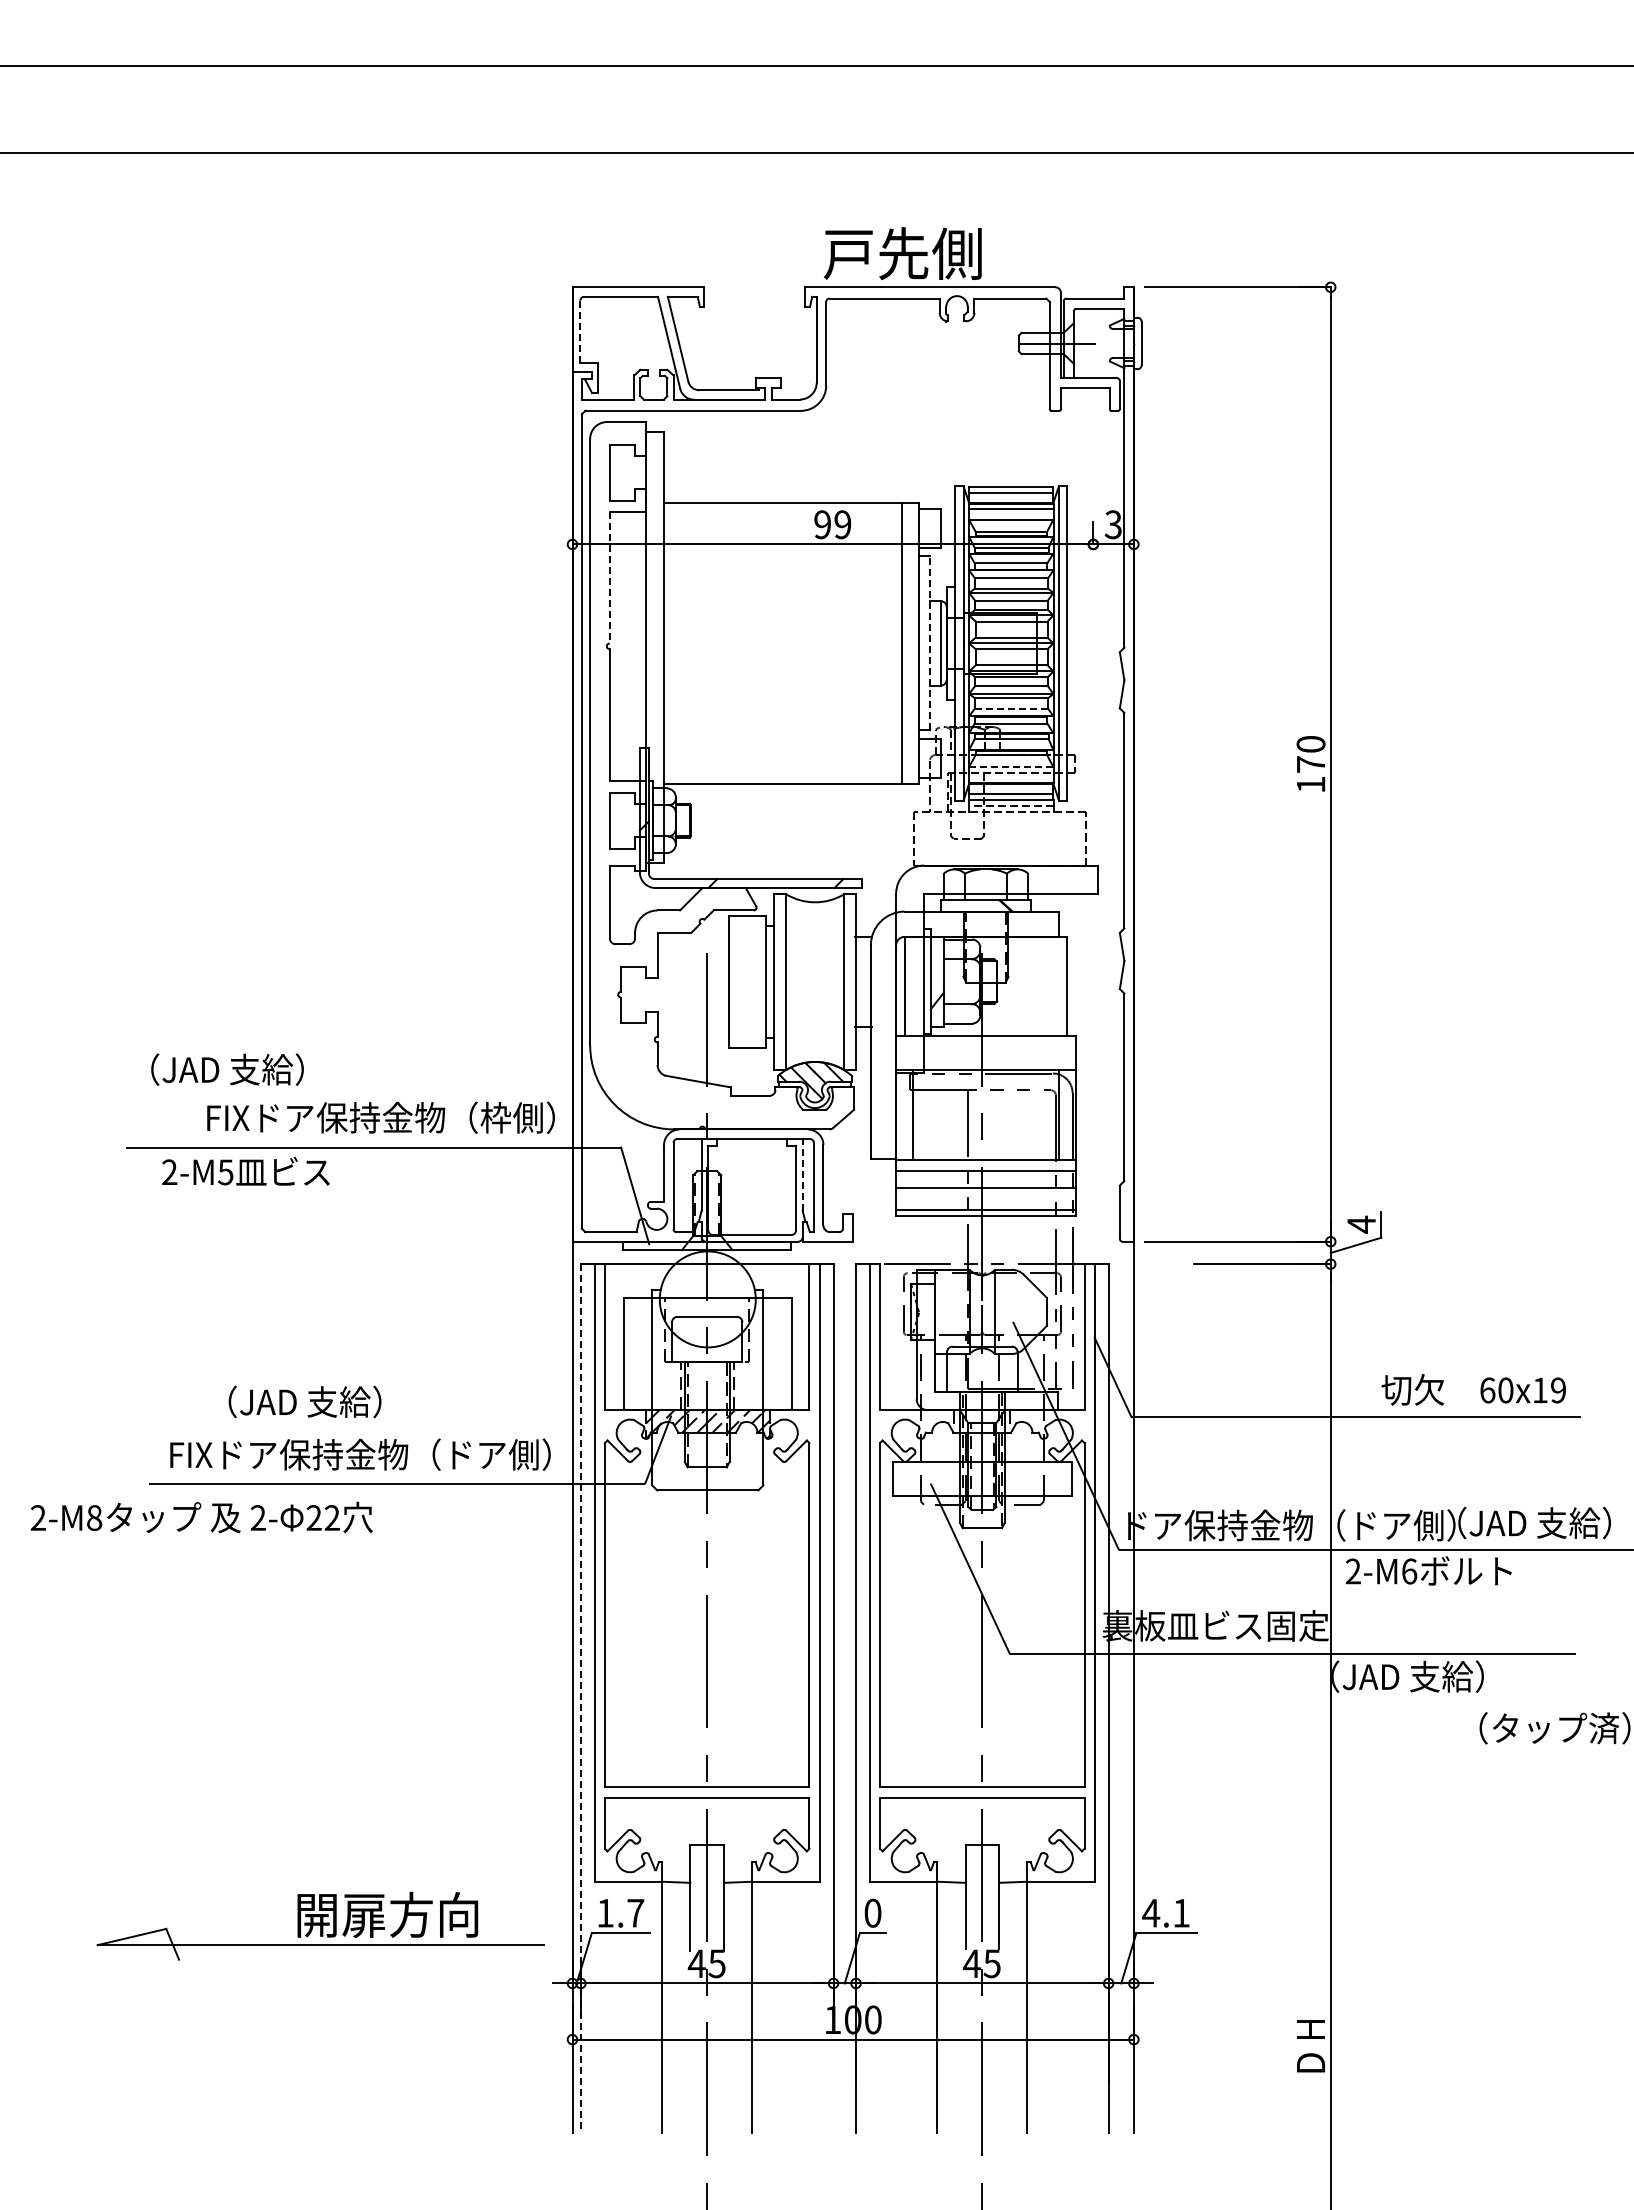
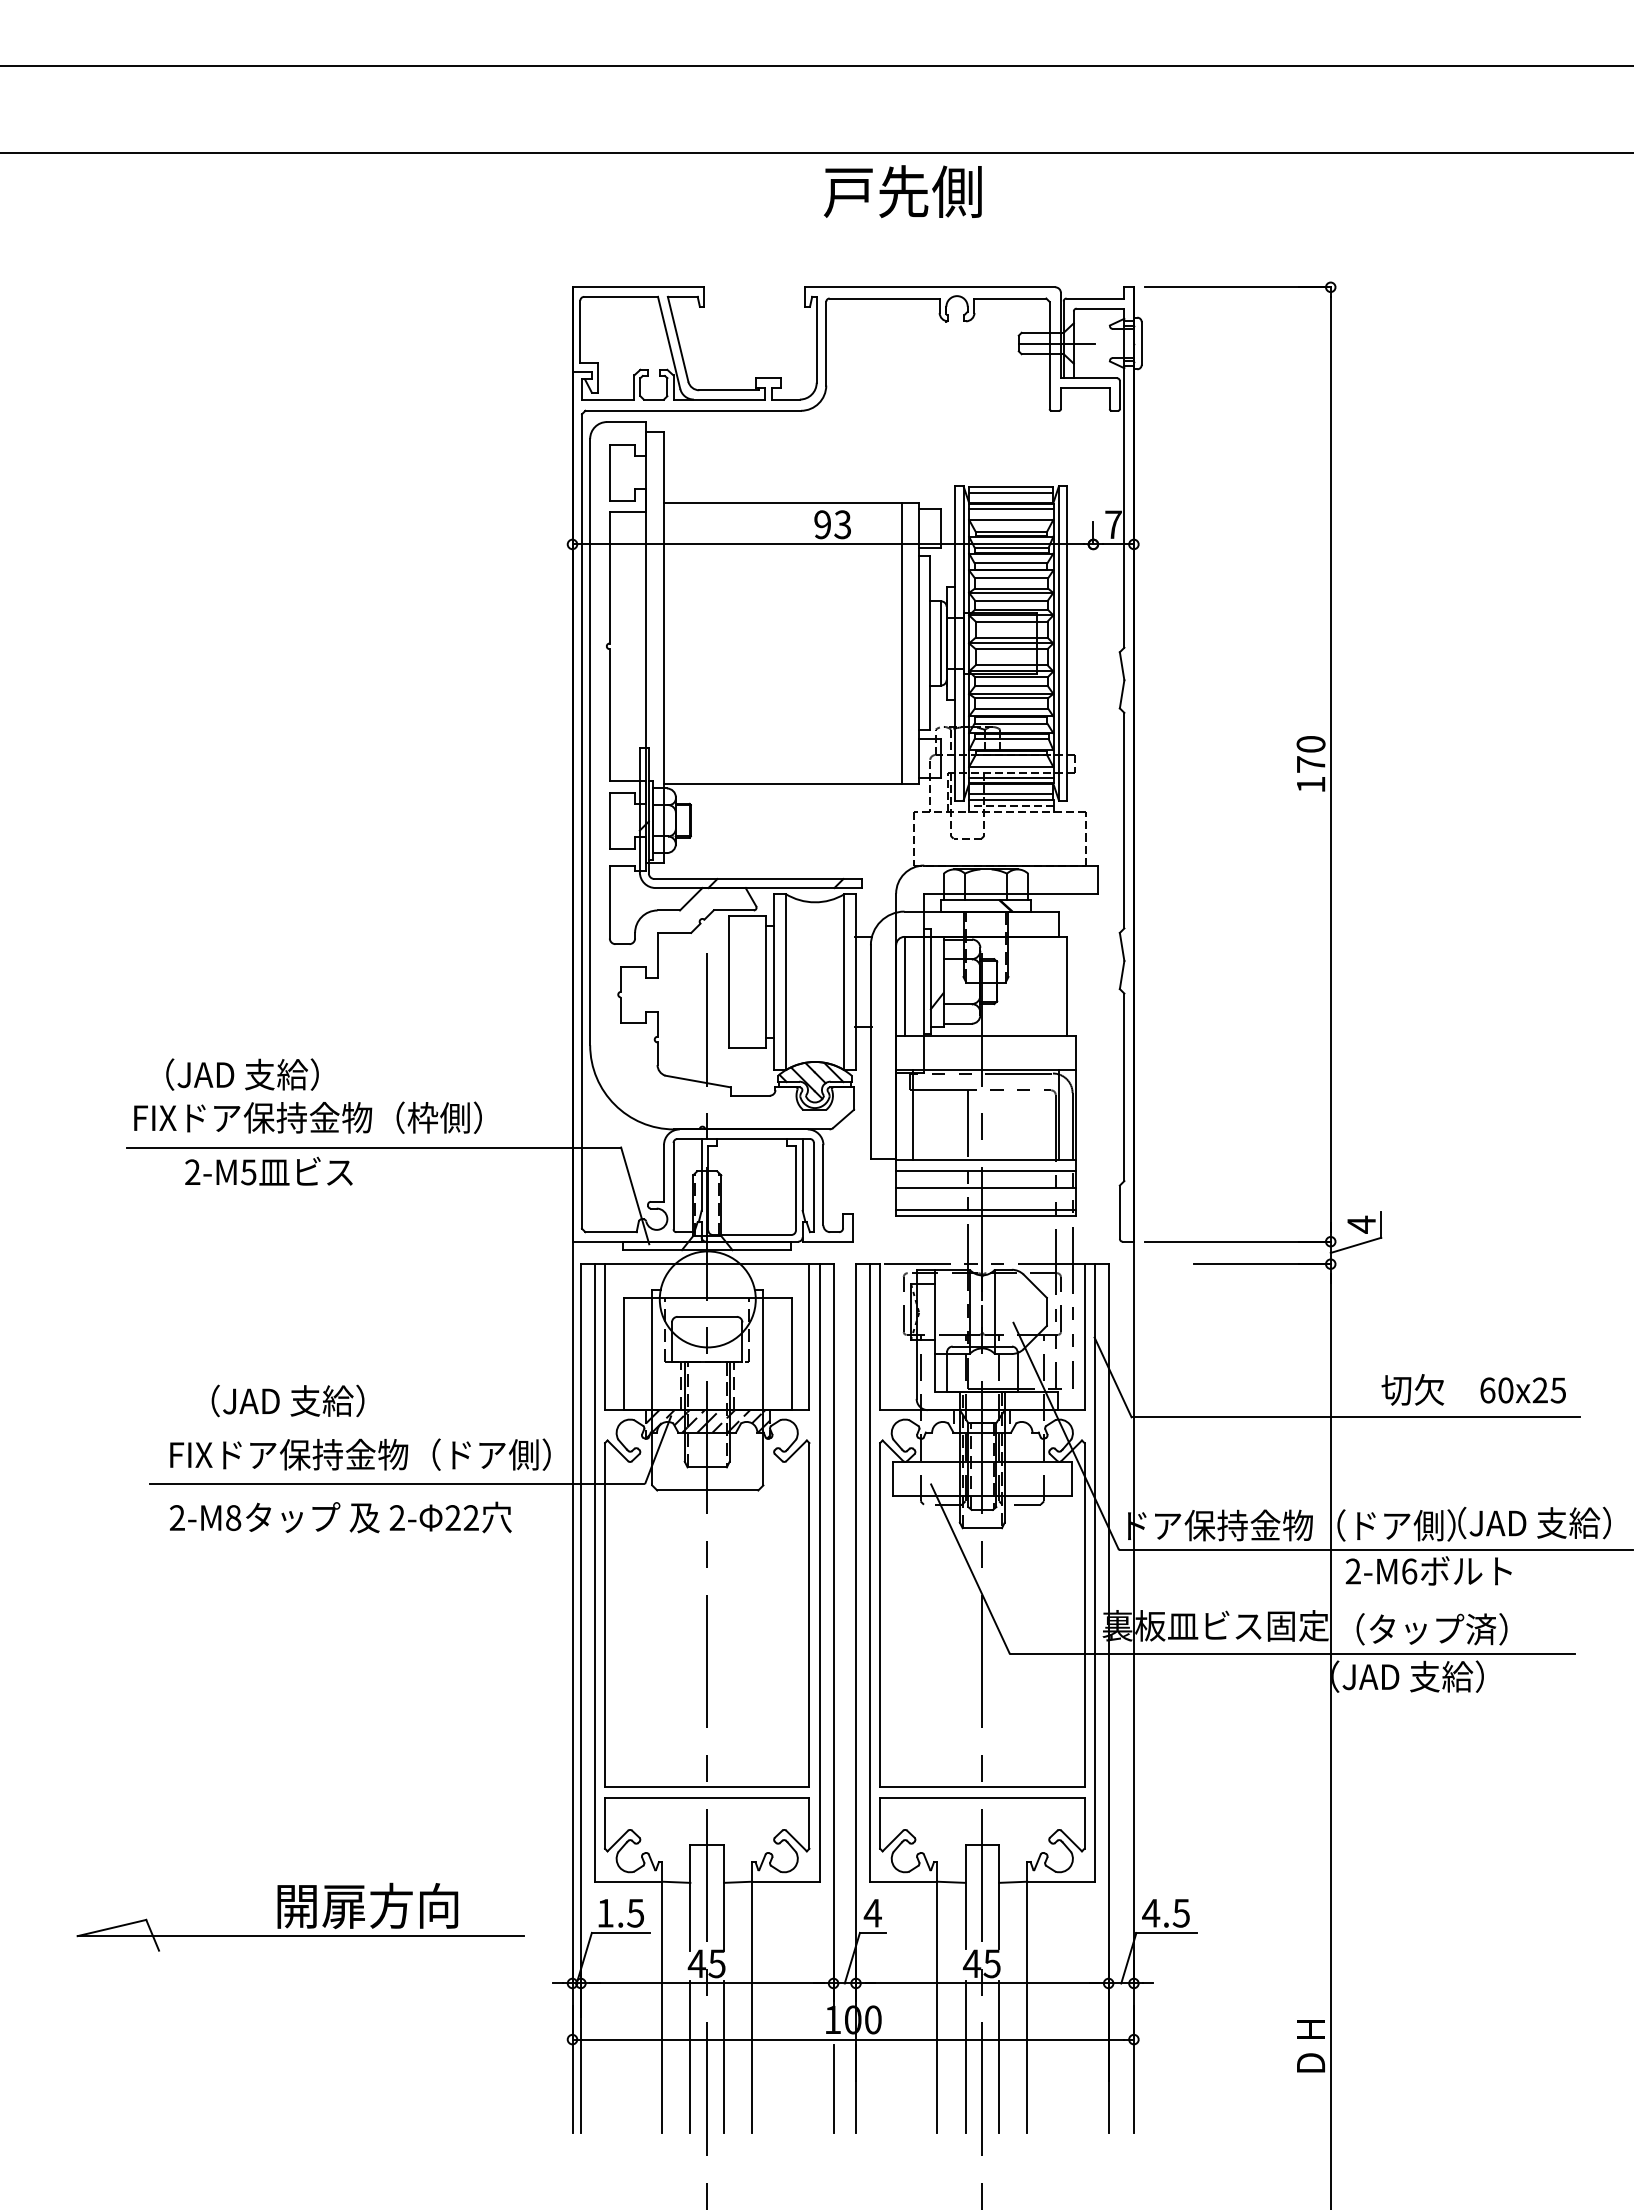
text at (902, 253) position: (902, 253) -> (902, 191)
line at (580, 331): dashed -> solid
text at (842, 524): 99 -> 93
text at (1112, 524): 3 -> 7
line at (609, 577): dashed -> solid
line at (929, 642): dashed -> solid
line at (1011, 708): dashed -> solid
line at (1010, 766): dashed -> solid
line at (1011, 778): none -> present
text at (227, 1069) position: (227, 1069) -> (242, 1074)
text at (380, 1117) position: (380, 1117) -> (307, 1117)
text at (245, 1170) position: (245, 1170) -> (268, 1170)
line at (802, 1174): dashed -> solid
text at (1548, 1390): 60x19 -> 60x25
text at (304, 1401) position: (304, 1401) -> (287, 1400)
text at (201, 1517) position: (201, 1517) -> (340, 1517)
line at (580, 1699): dashed -> solid
text at (1554, 1728) position: (1554, 1728) -> (1431, 1629)
text at (872, 1912): 0 -> 4
text at (635, 1913): 1.7 -> 1.5
text at (1180, 1913): 4.1 -> 4.5
part at (320, 1925) position: (320, 1925) -> (300, 1916)
line at (690, 2056): none -> present
line at (724, 2056): none -> present
line at (965, 2056): none -> present
line at (999, 2056): none -> present
line at (833, 2088): none -> present
